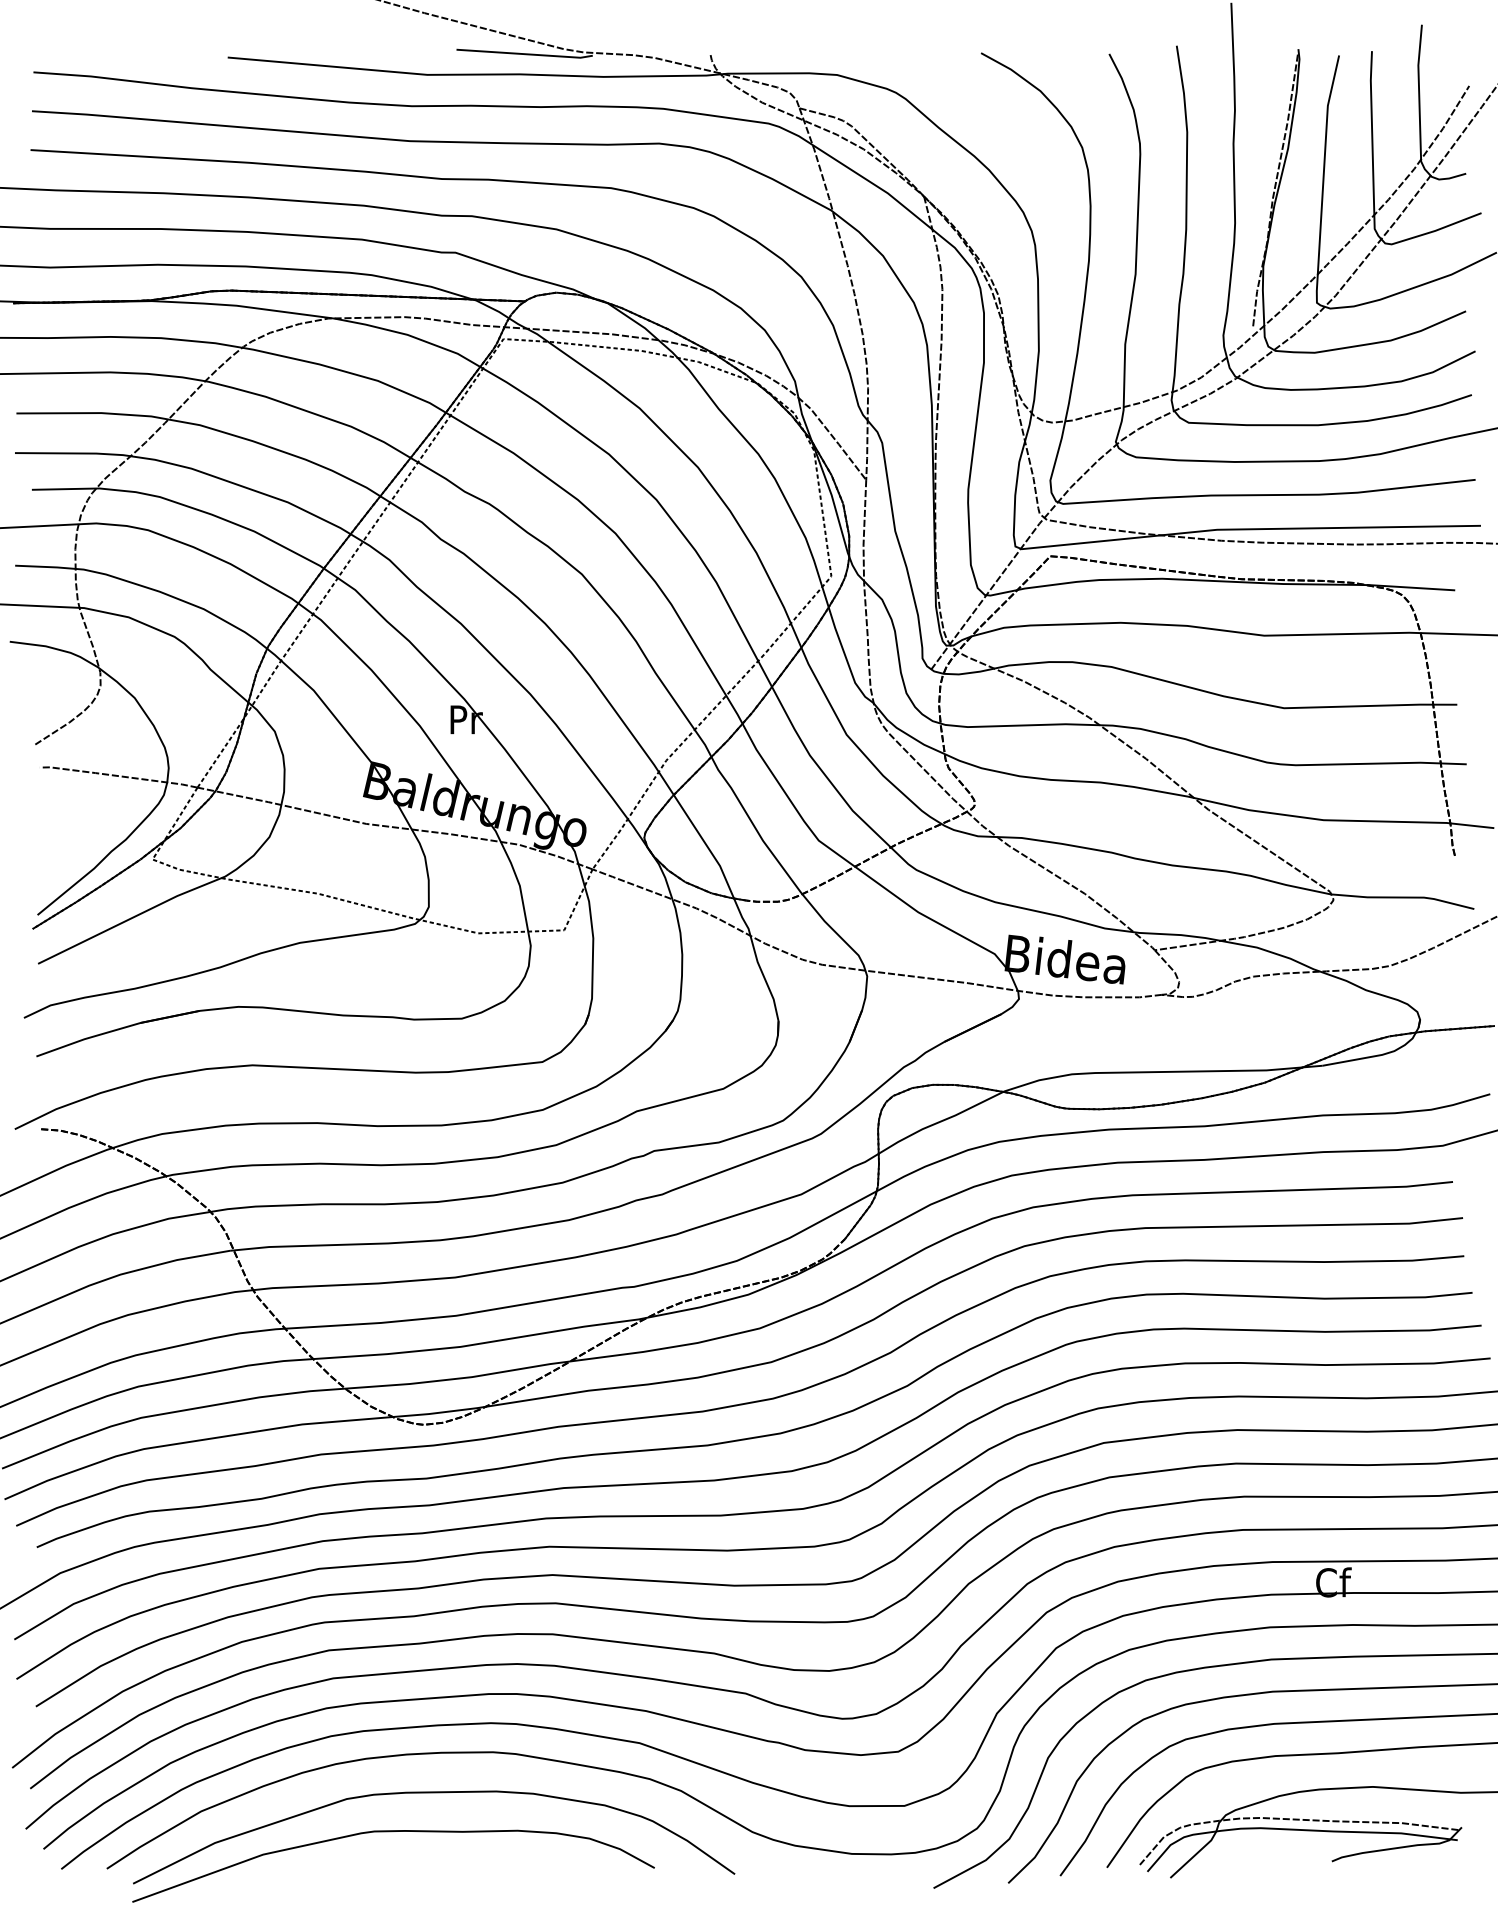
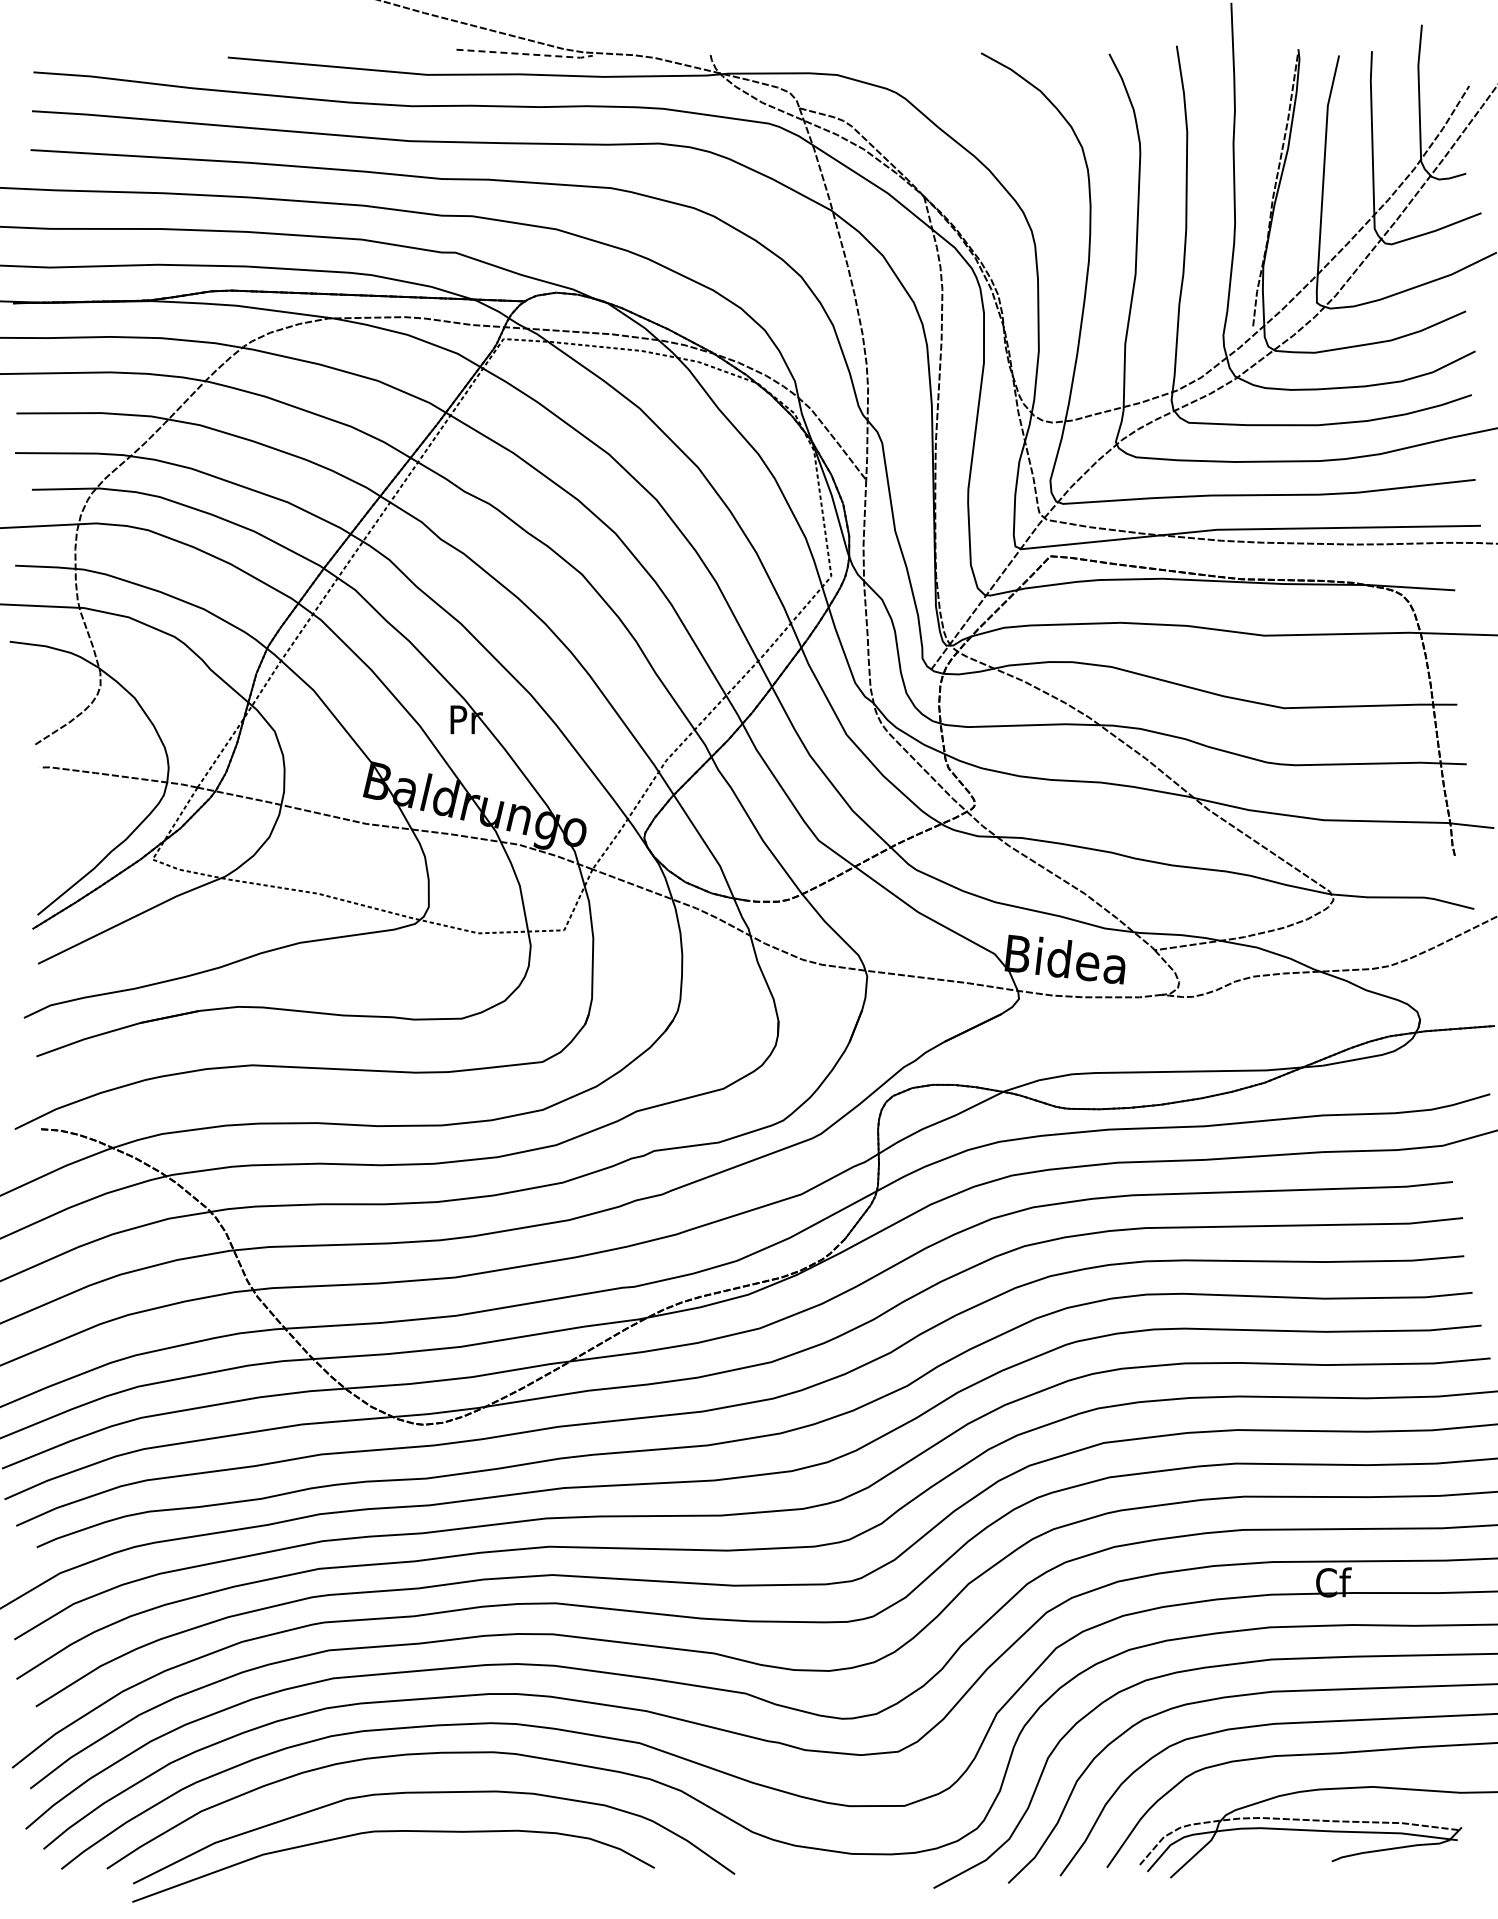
line at (525, 54): solid -> dashed
